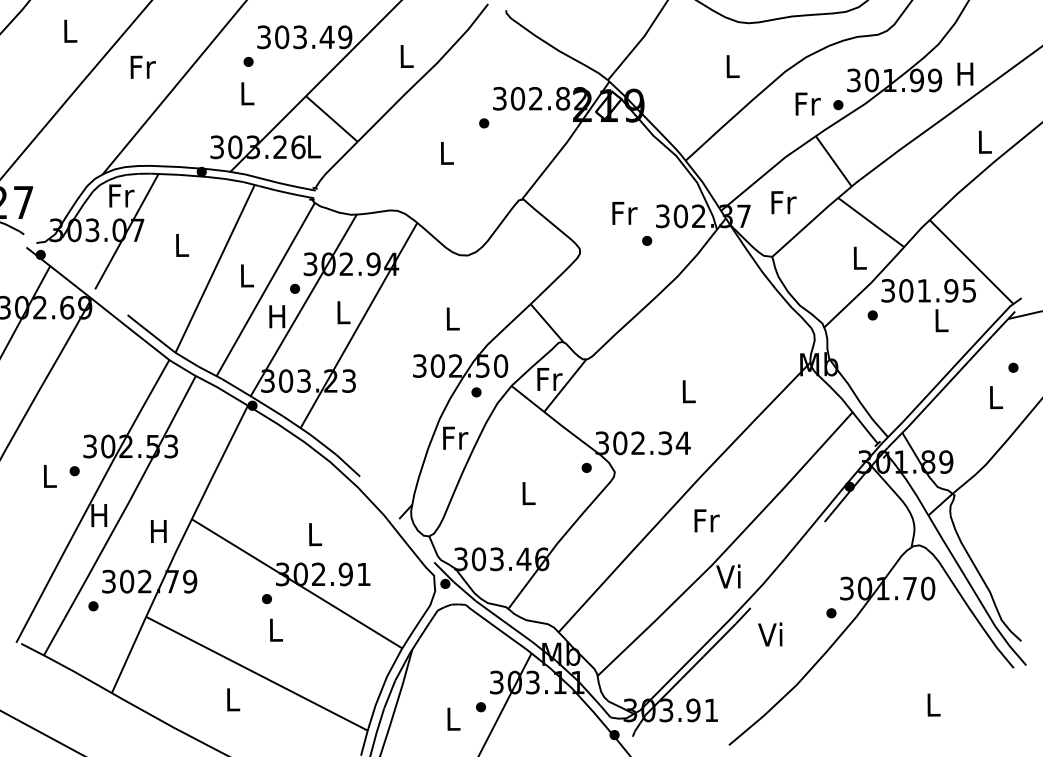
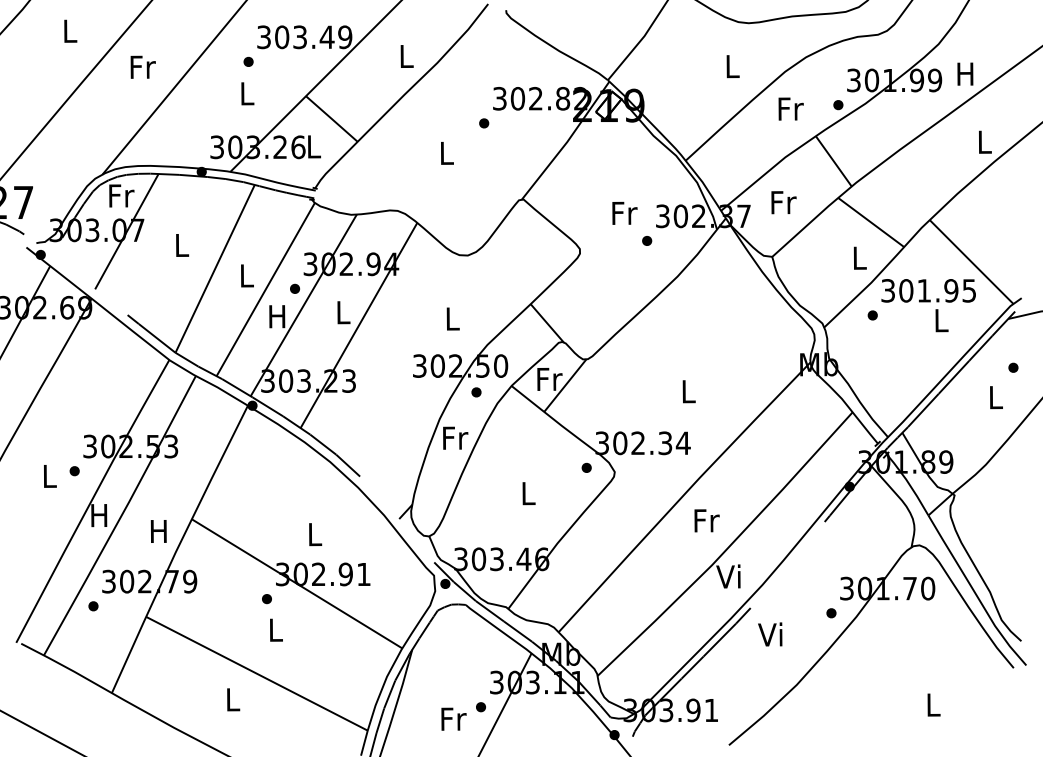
text at (807, 103) position: (807, 103) -> (790, 108)
text at (453, 718): L -> Fr
